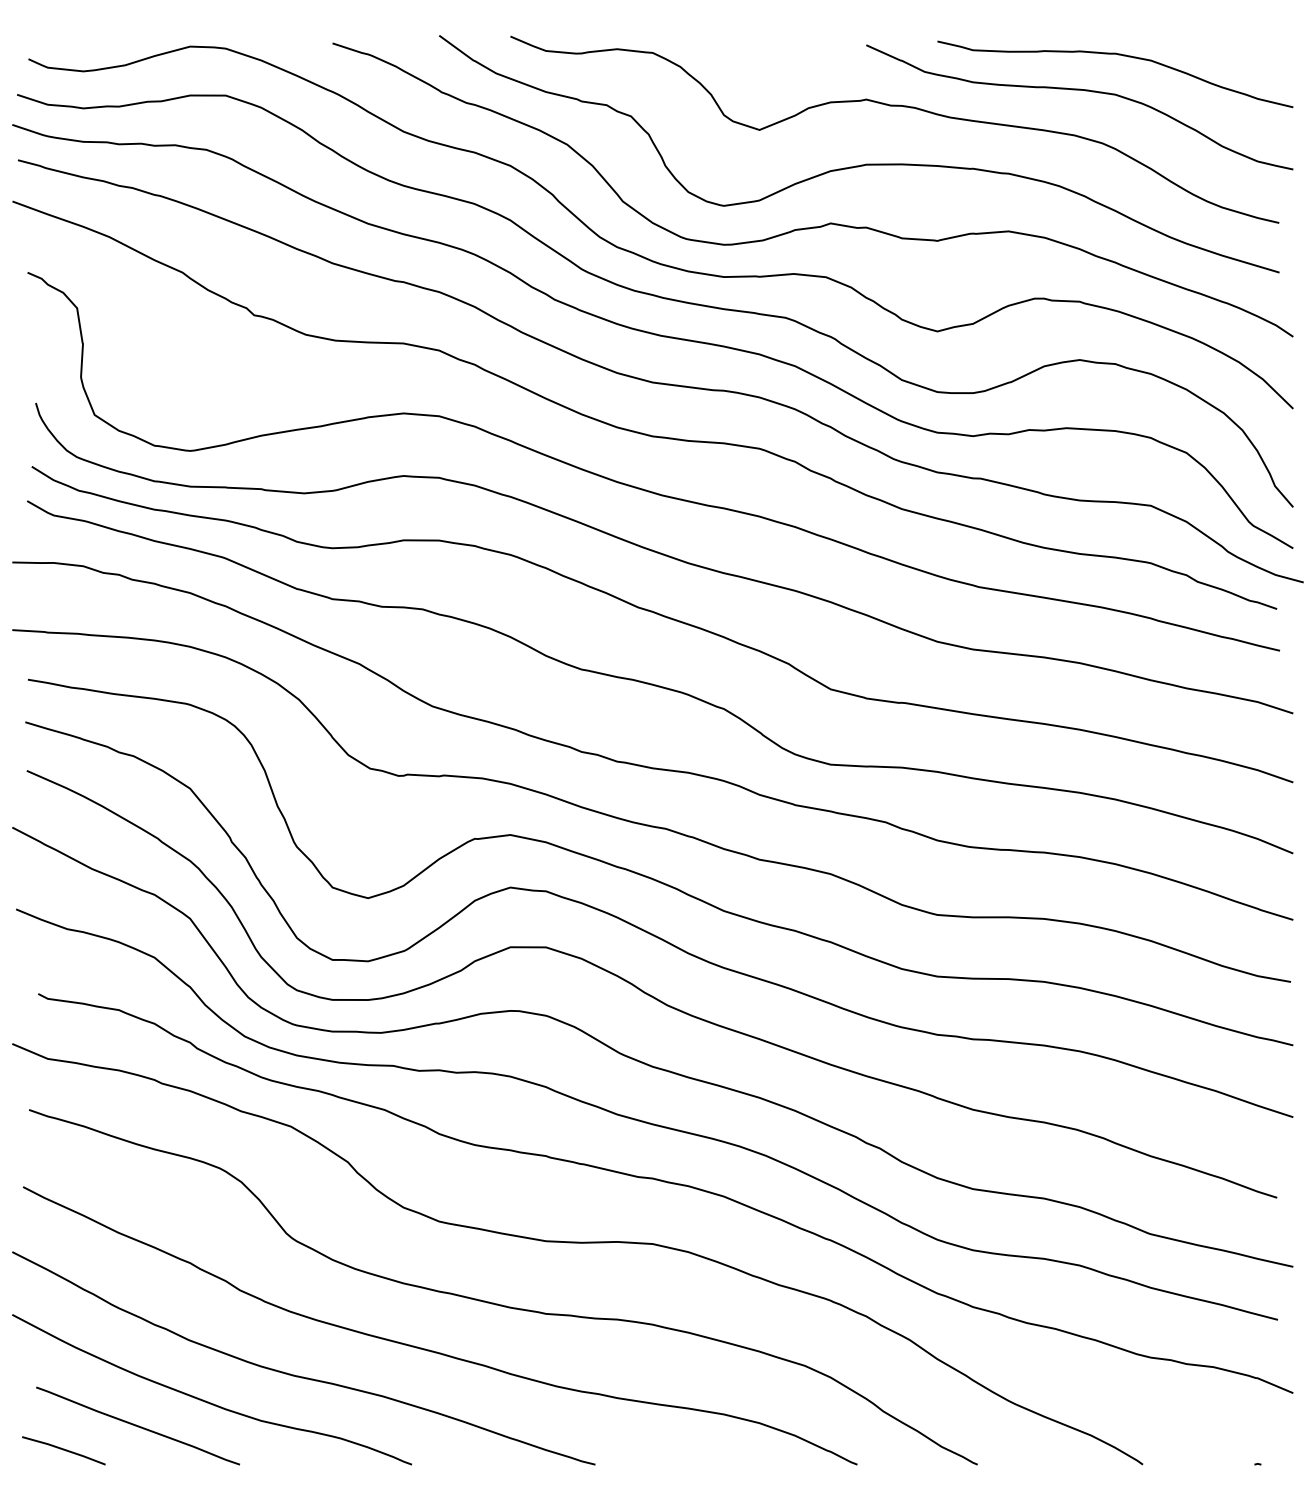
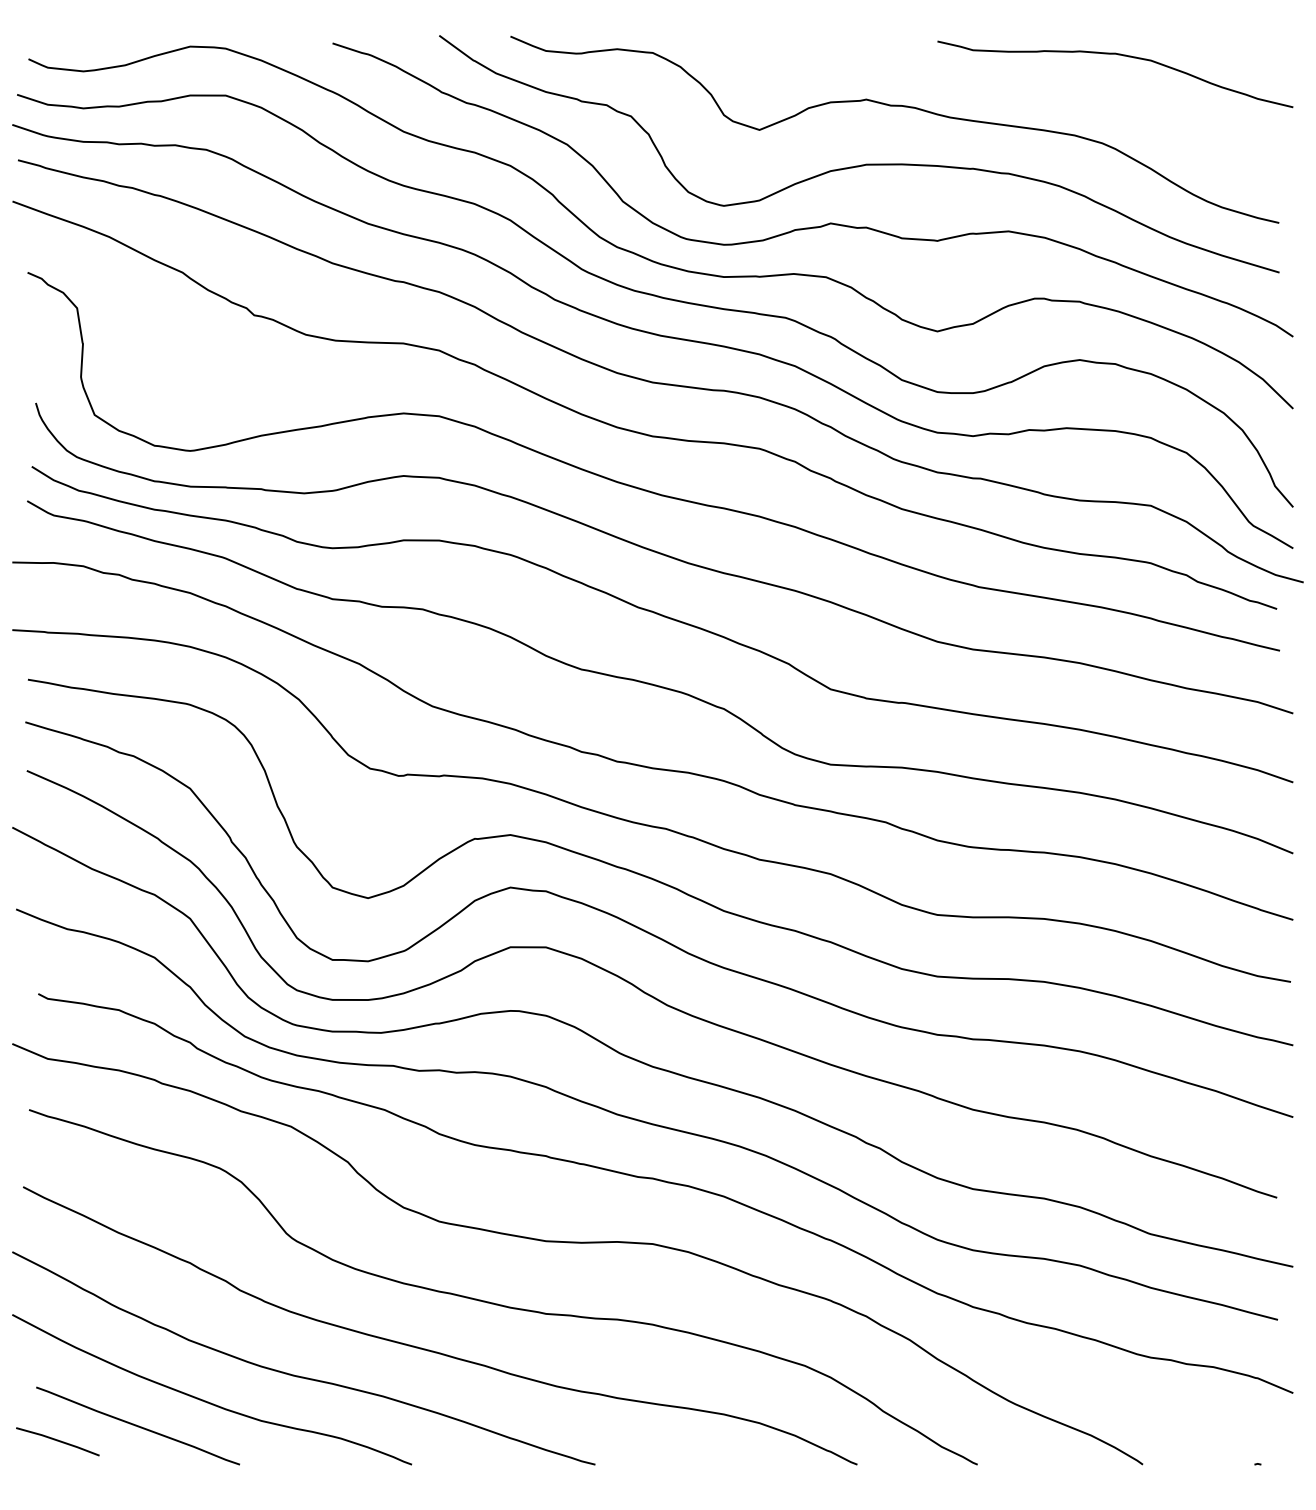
curve at (1079, 90): present -> none
line at (63, 1450) position: (63, 1450) -> (57, 1441)
